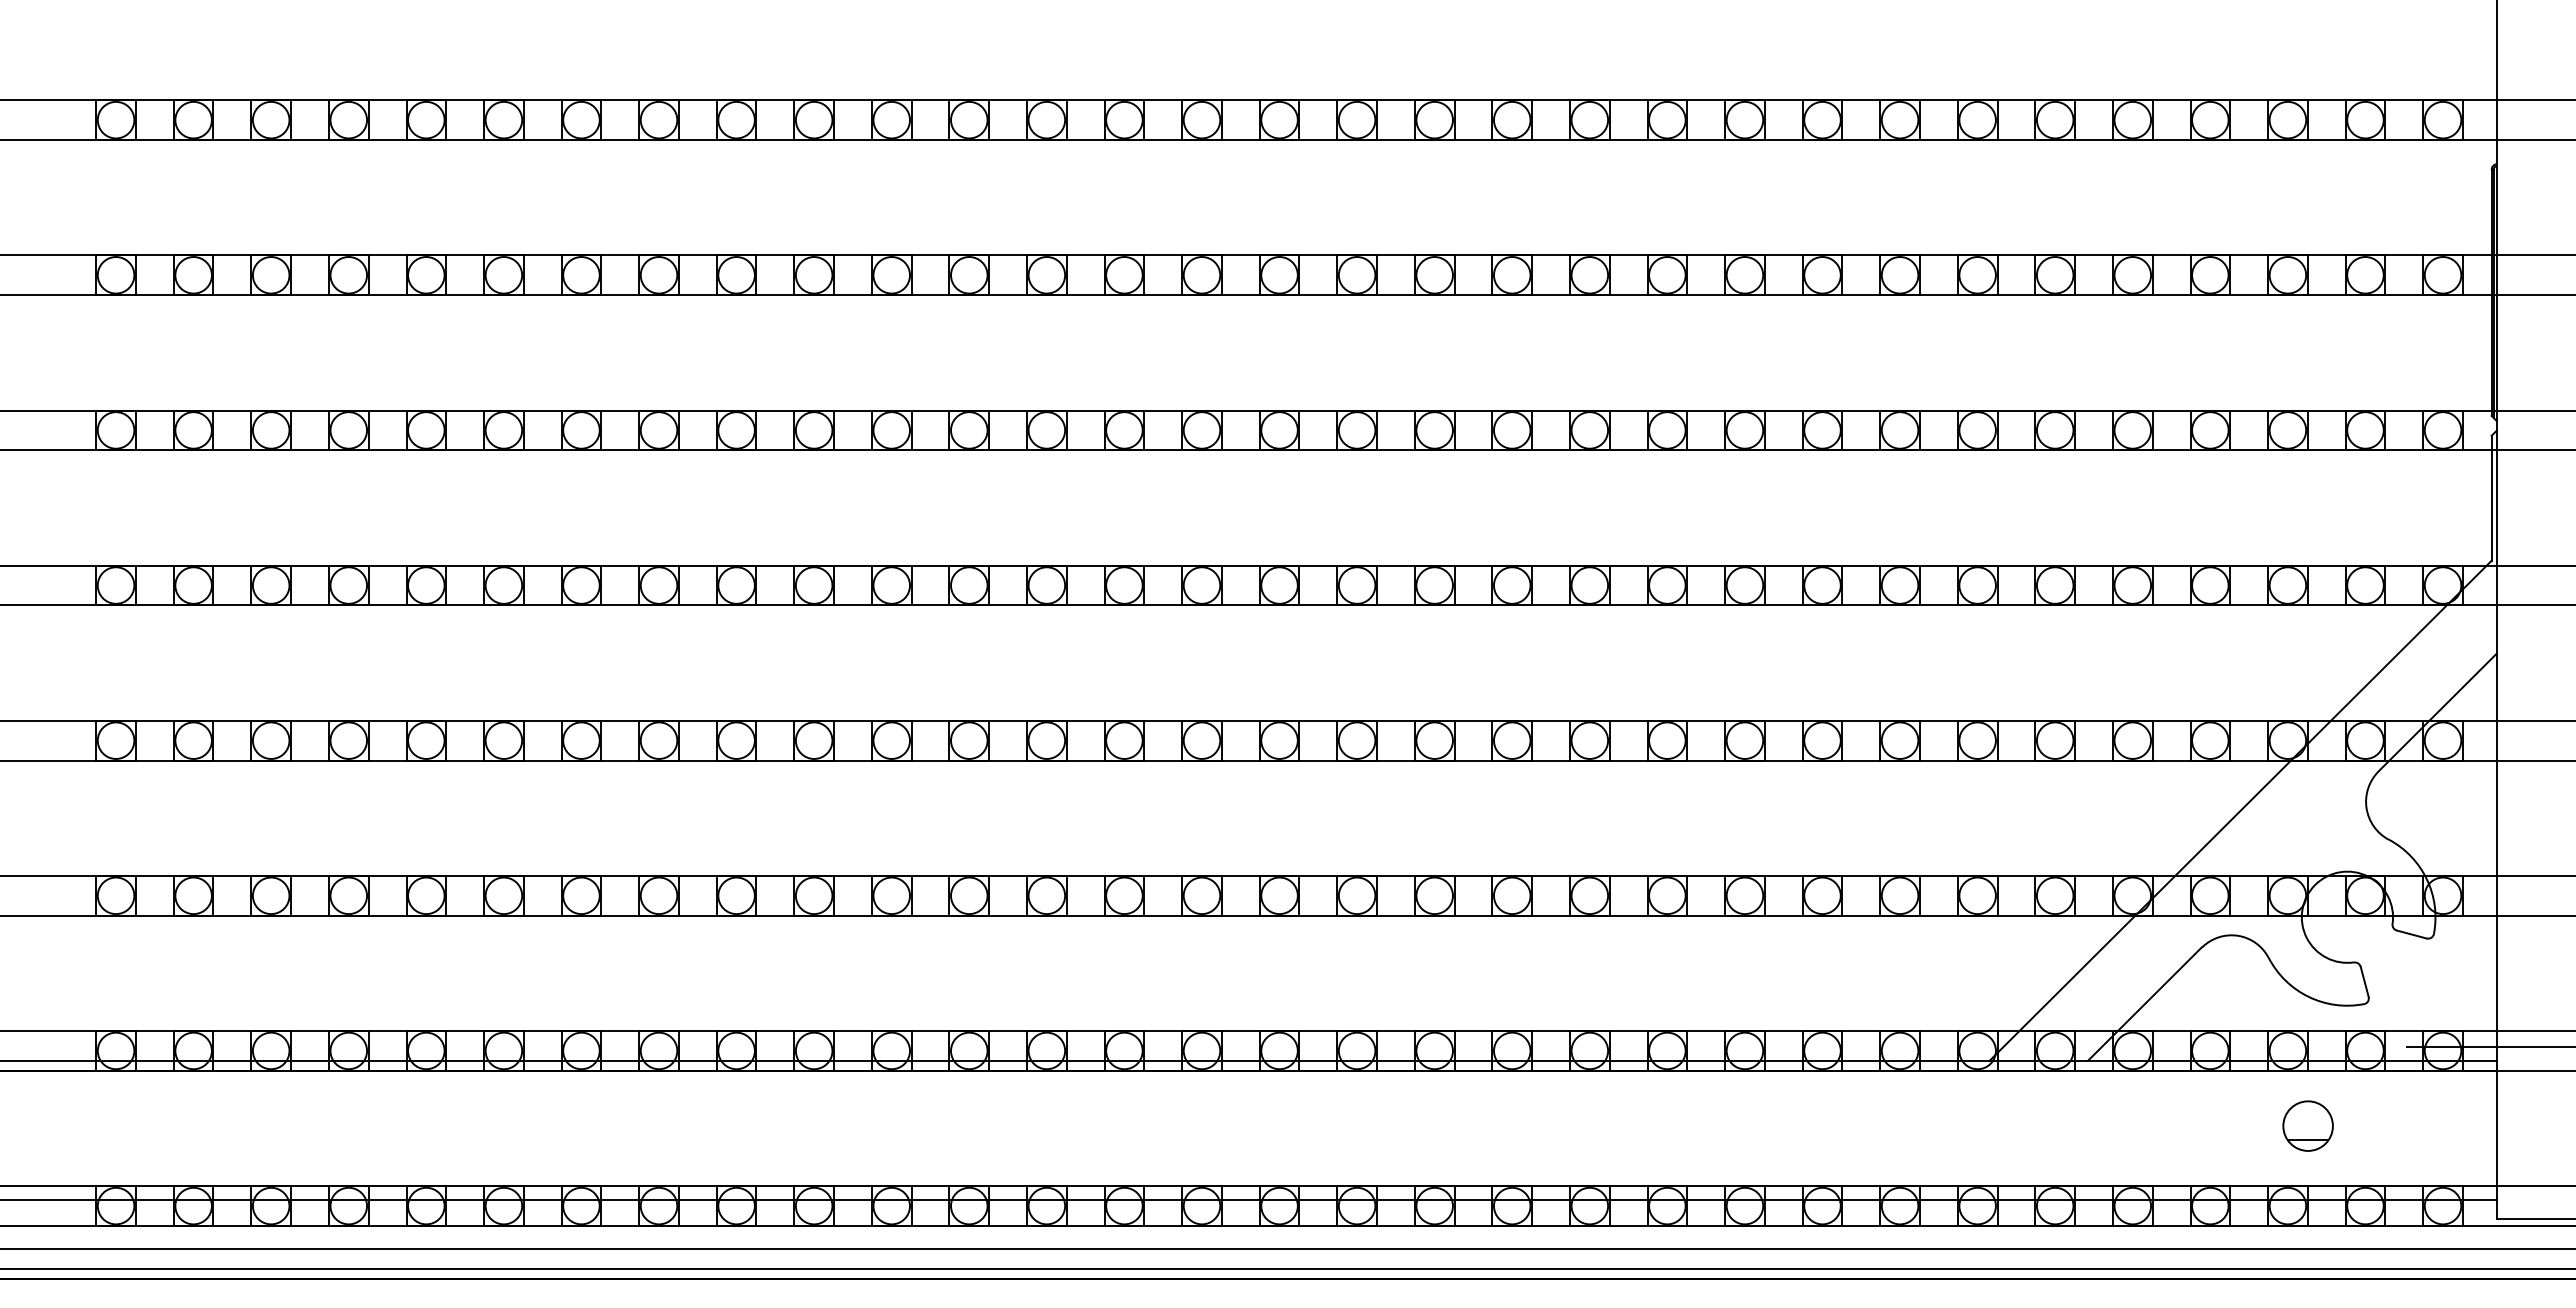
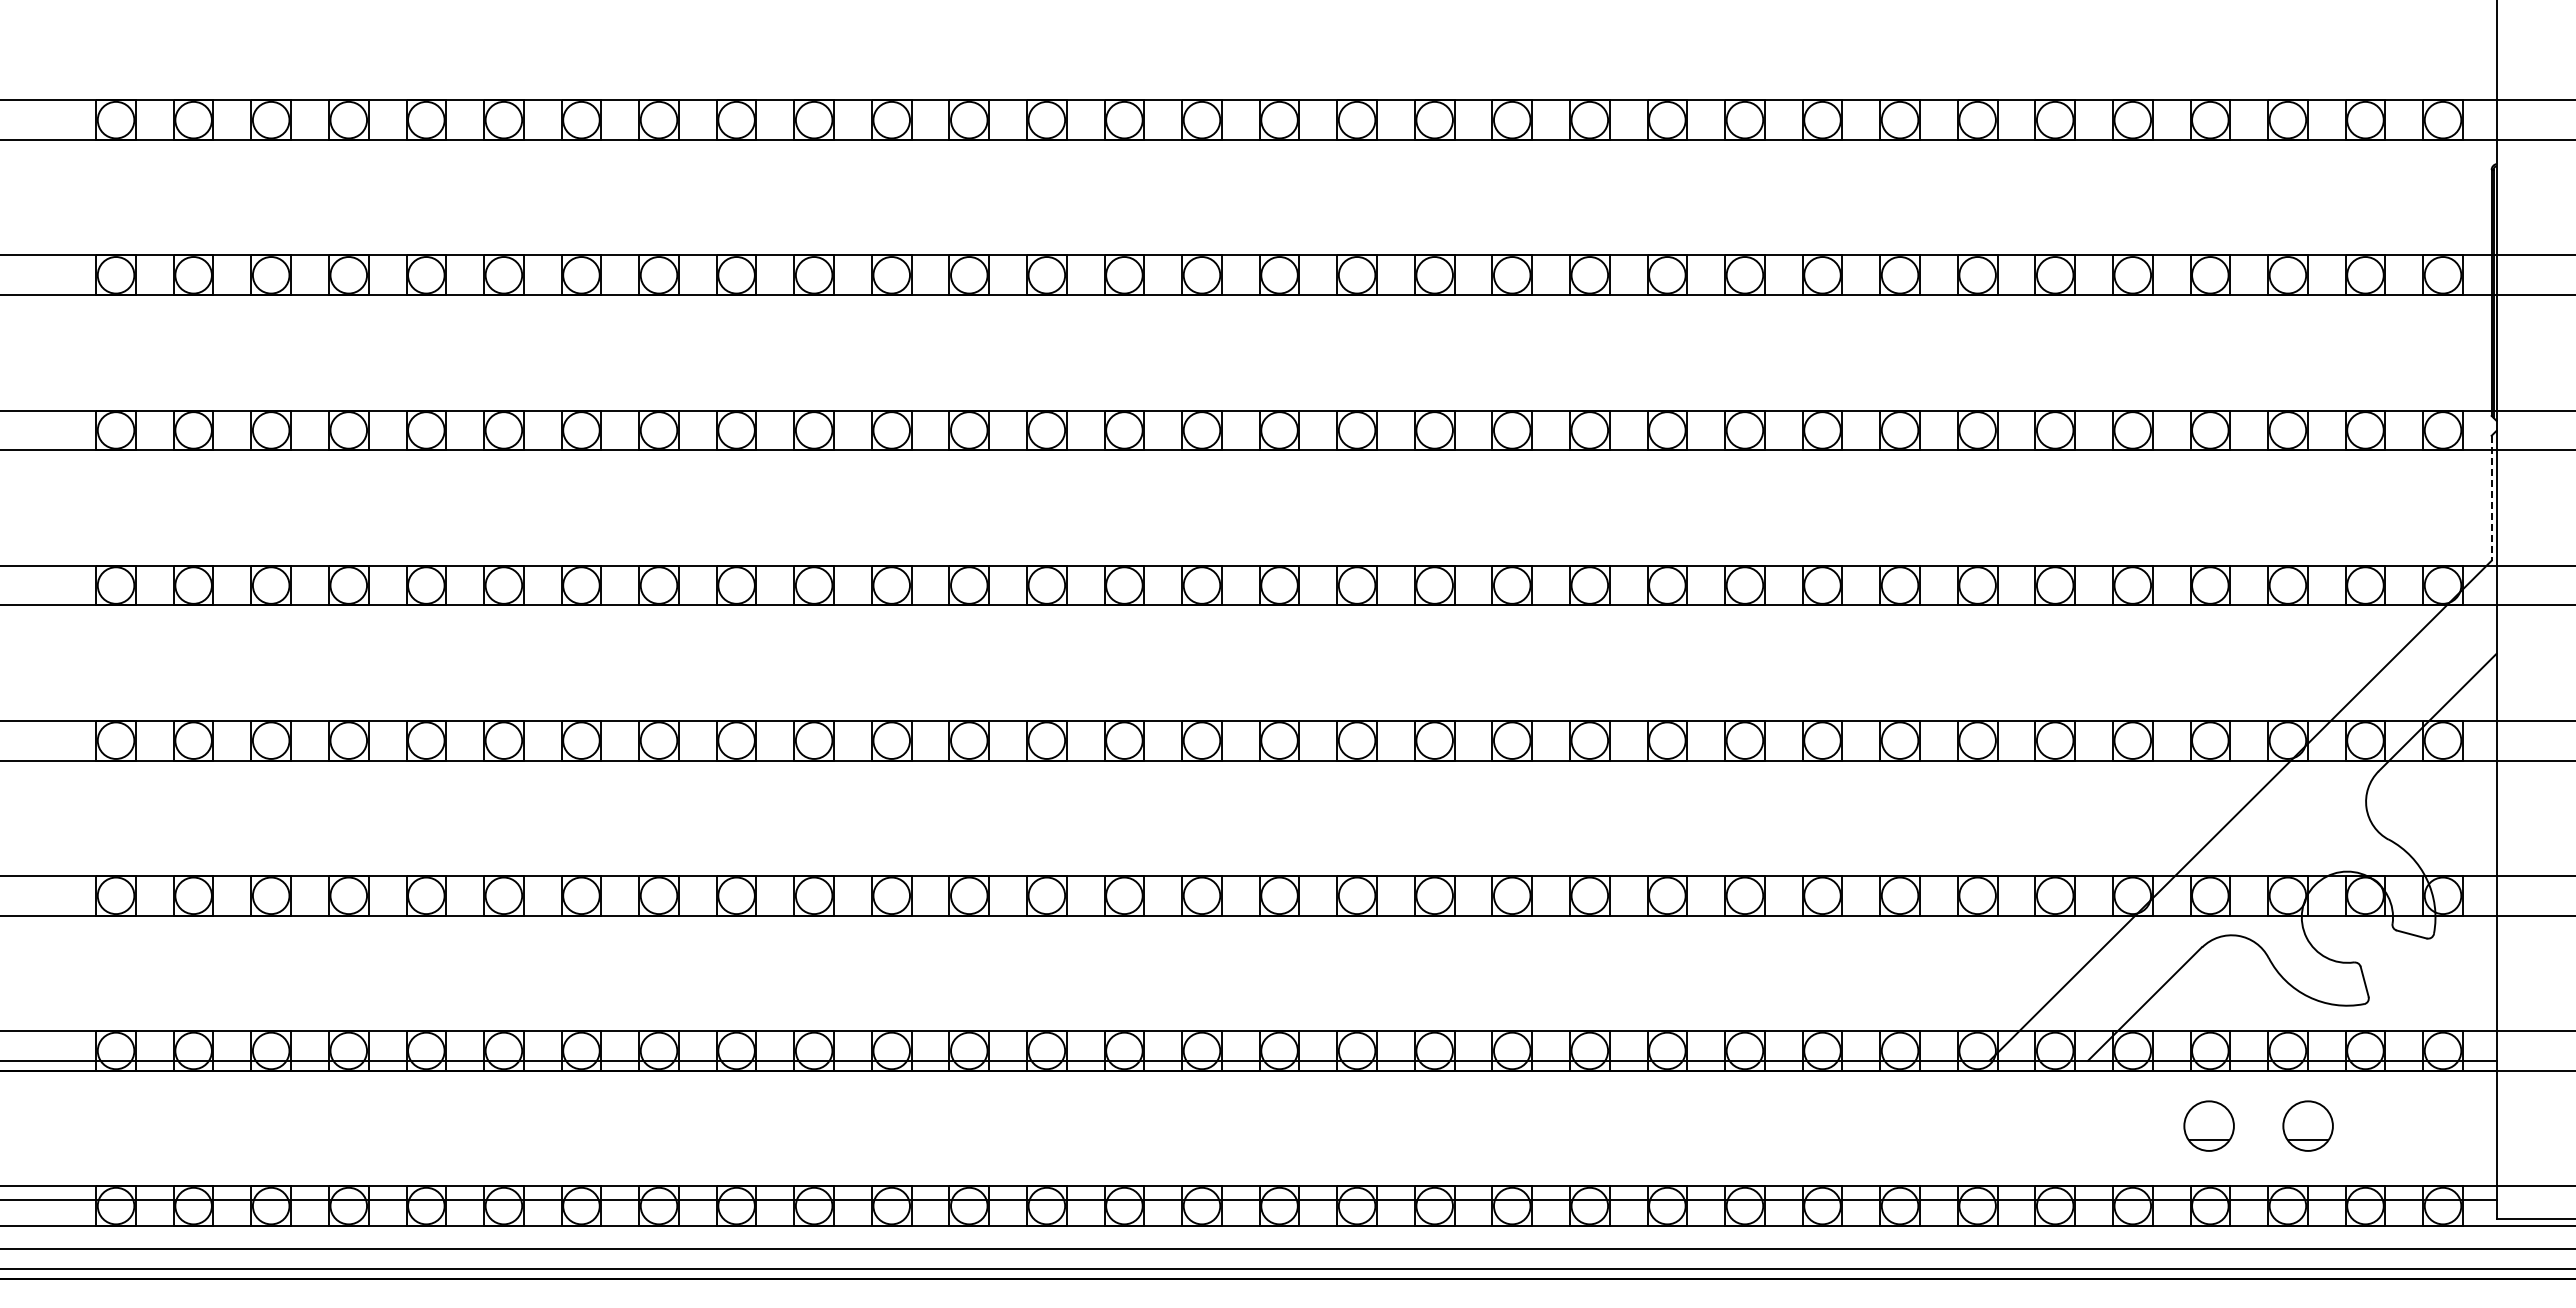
line at (2491, 498): solid -> dashed
line at (2489, 1046): present -> none
part at (2208, 1125): none -> present
